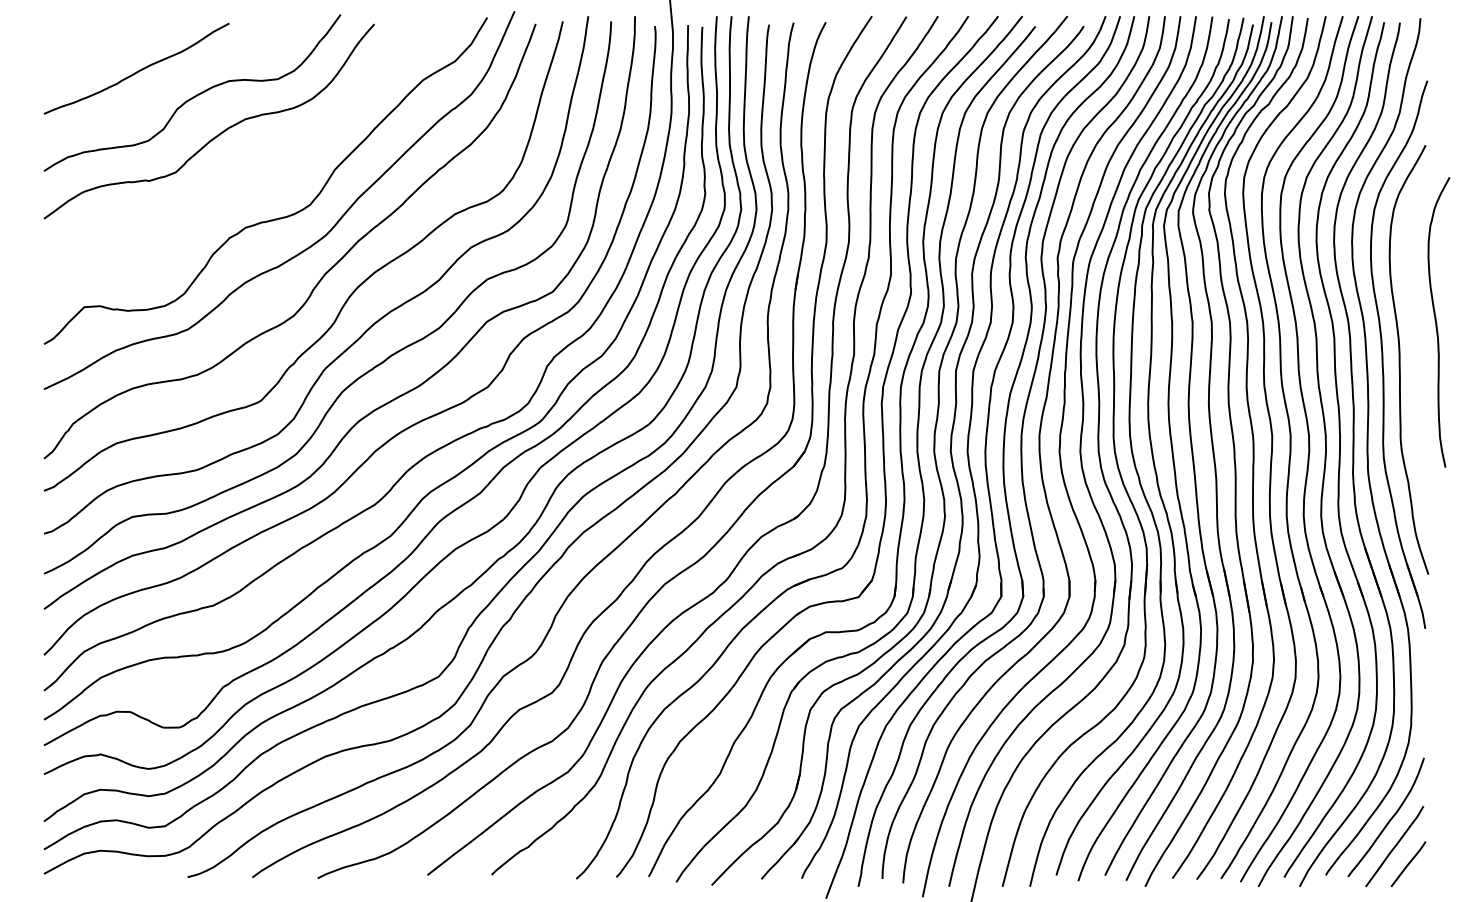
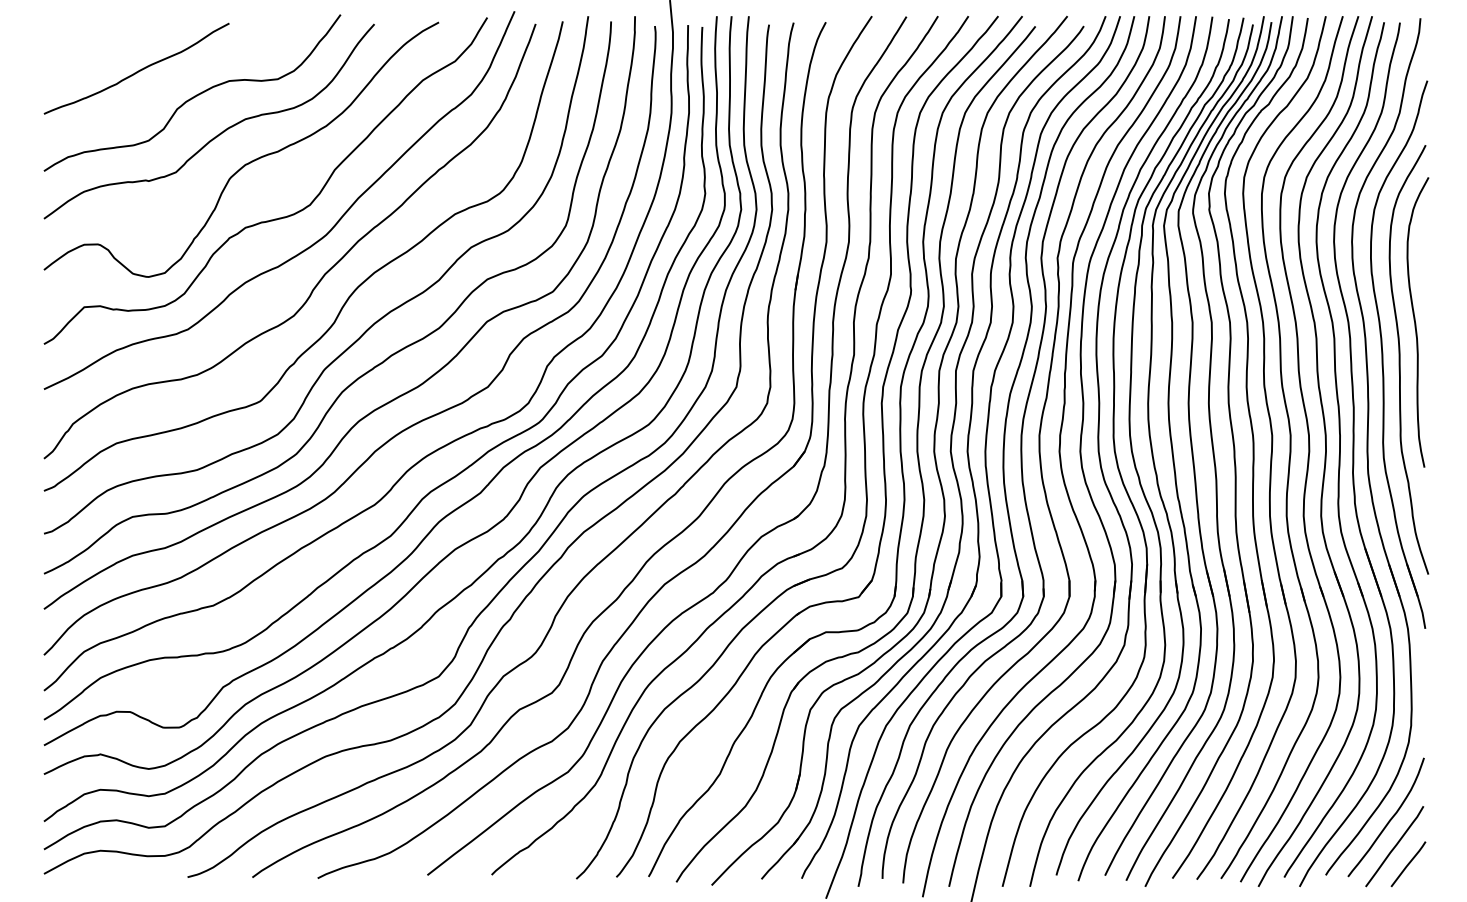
curve at (245, 163): none -> present
curve at (1437, 323) position: (1437, 323) -> (1416, 323)
